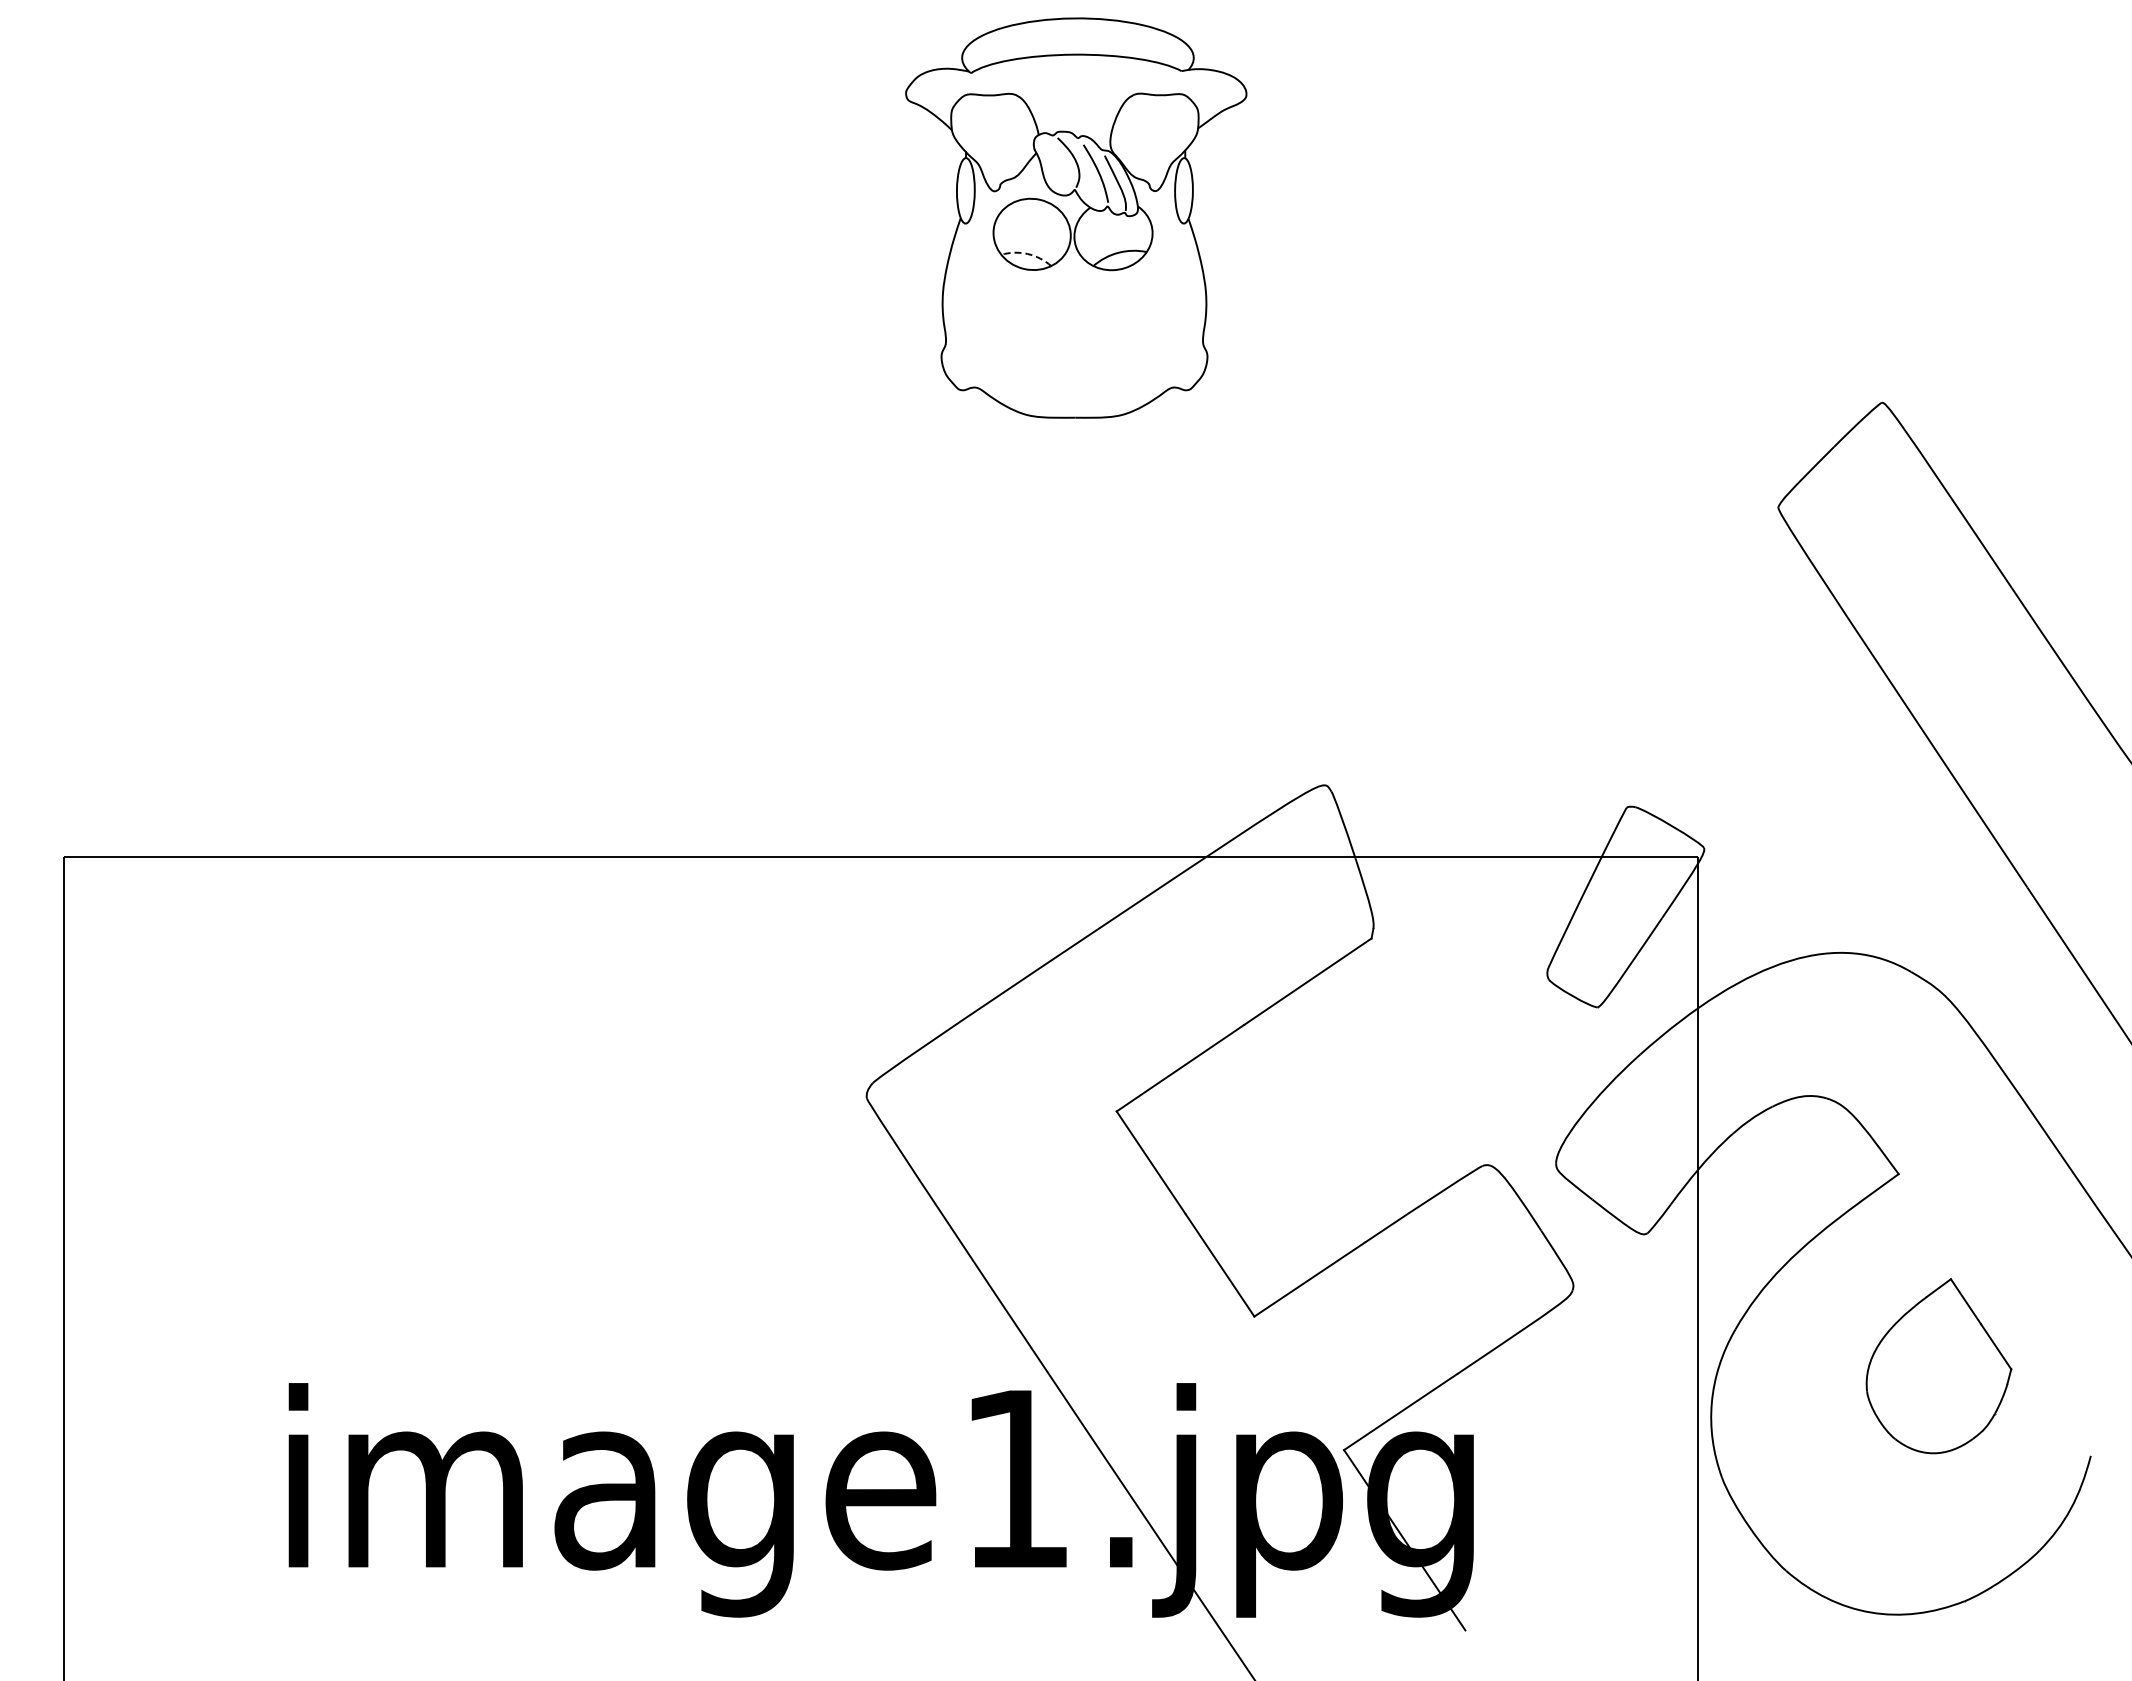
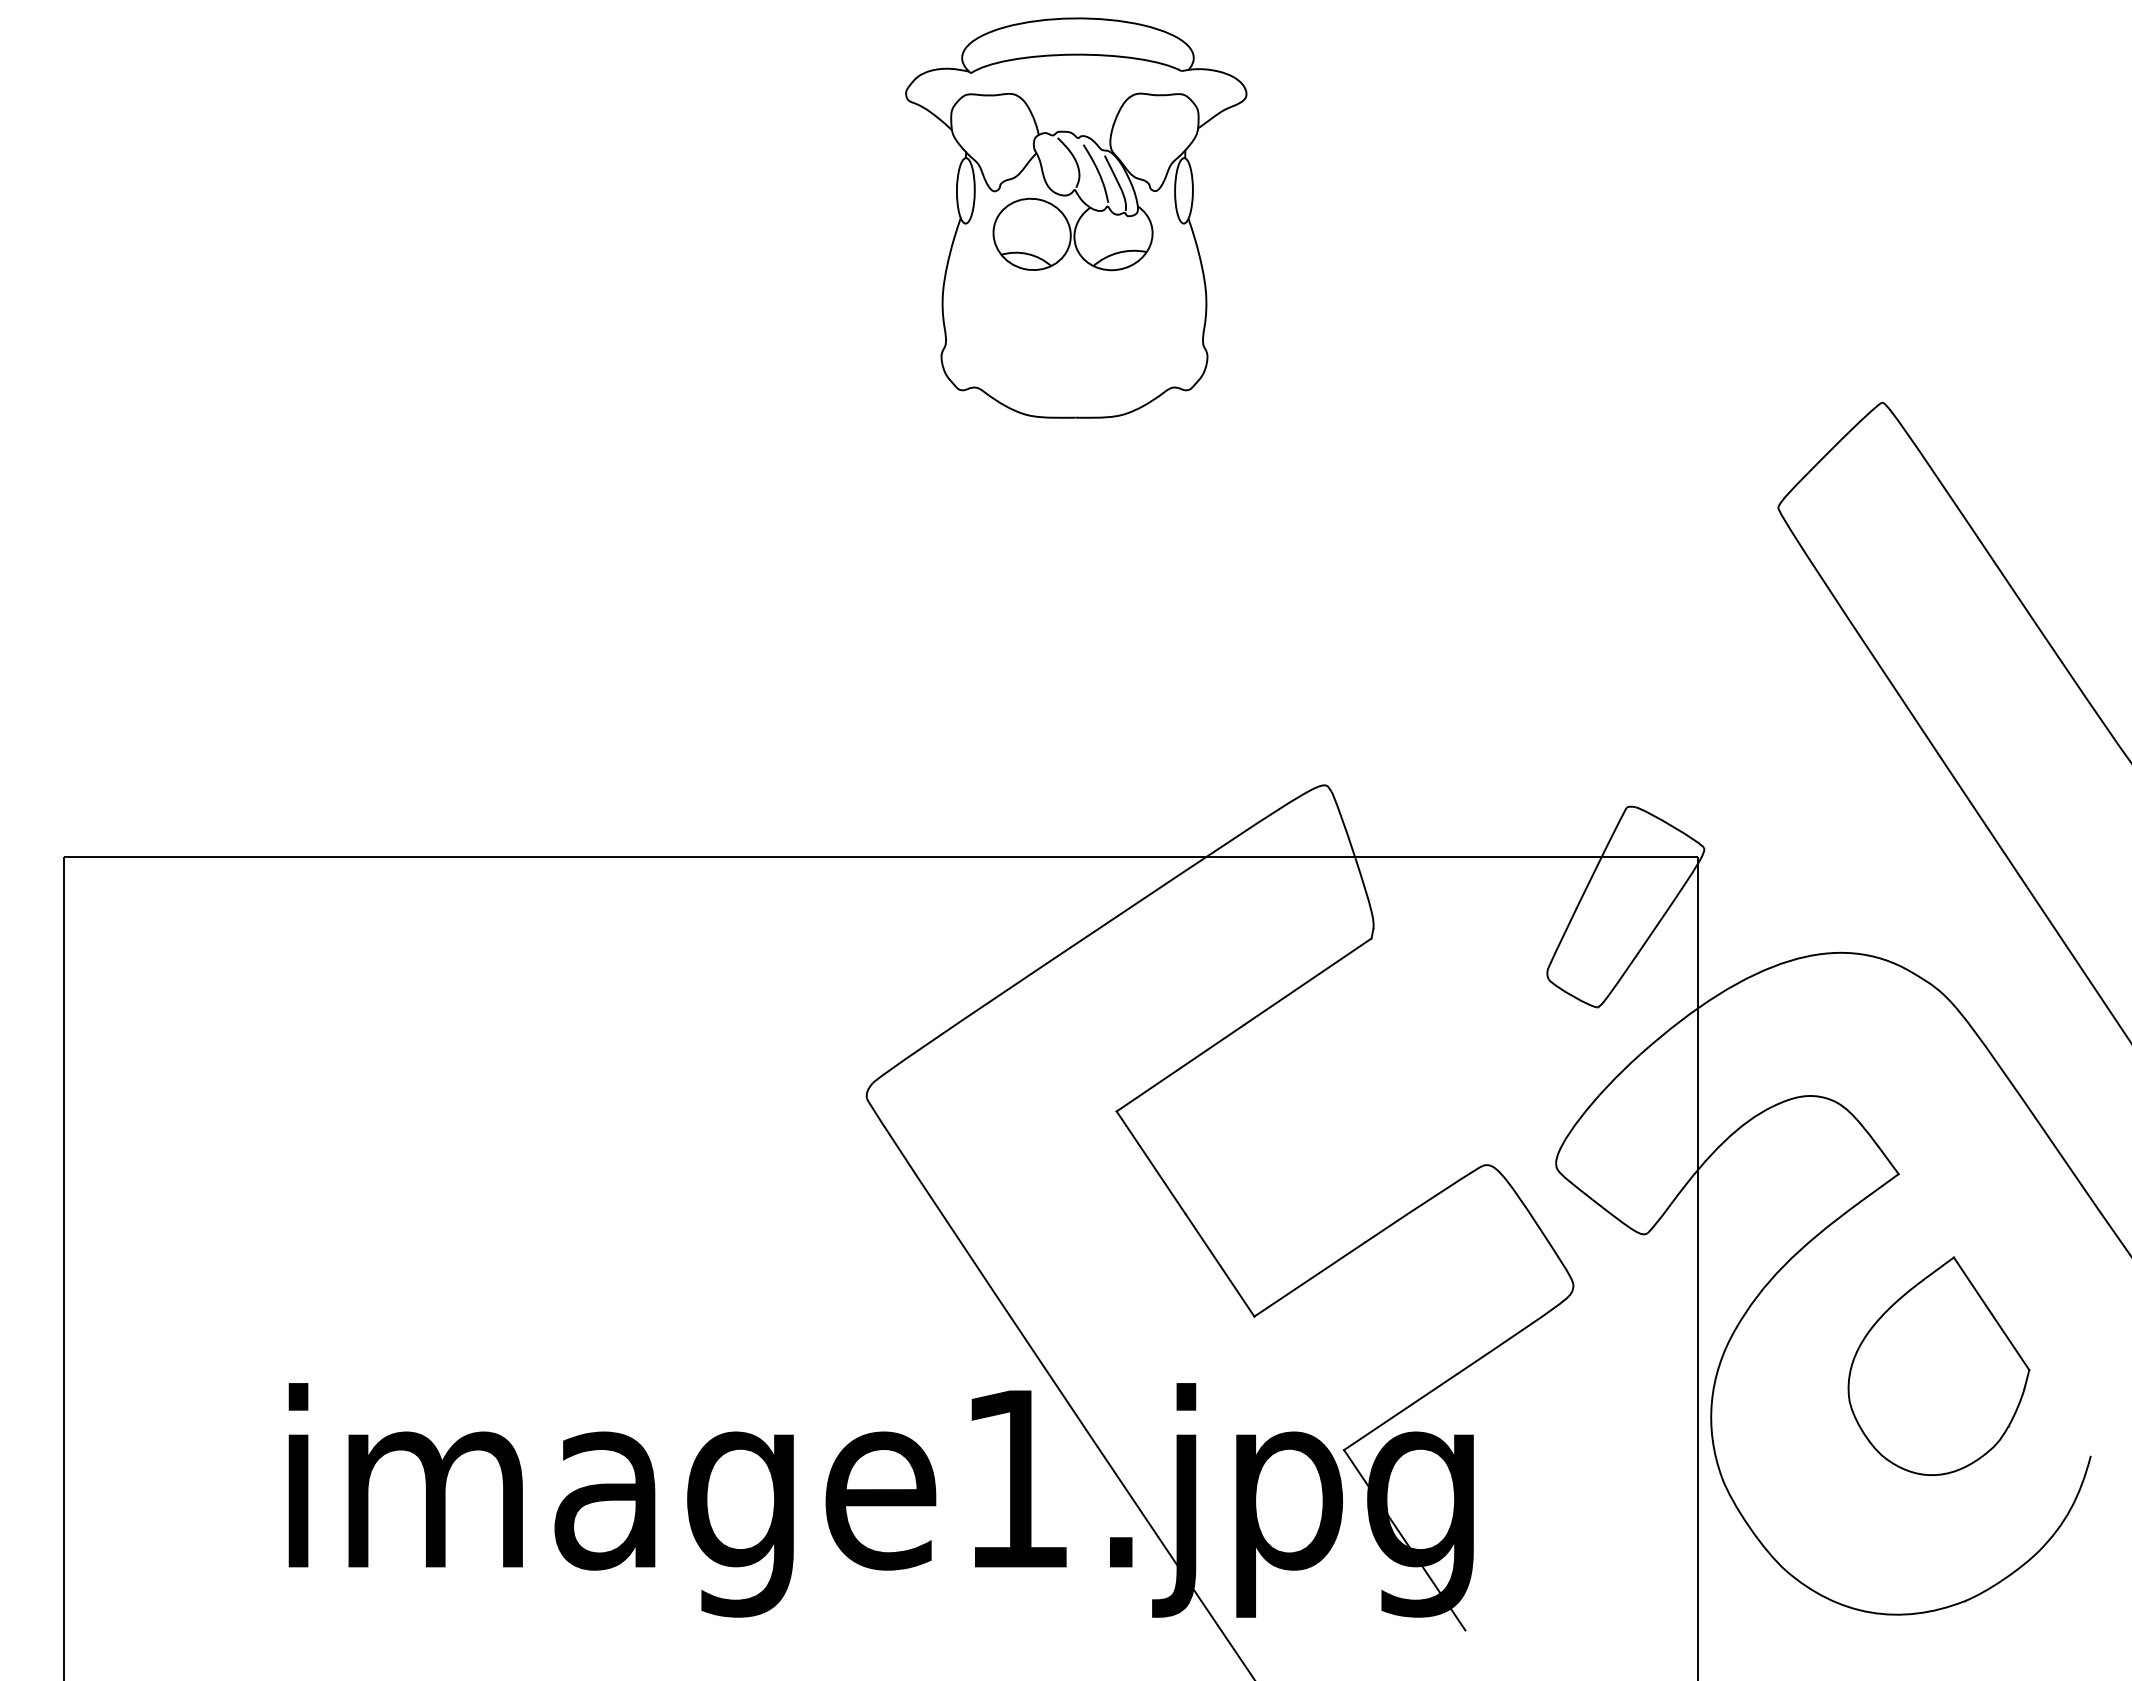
arc at (1027, 254): dashed -> solid
part at (1938, 1366) size: 148x177 px -> 184x220 px
